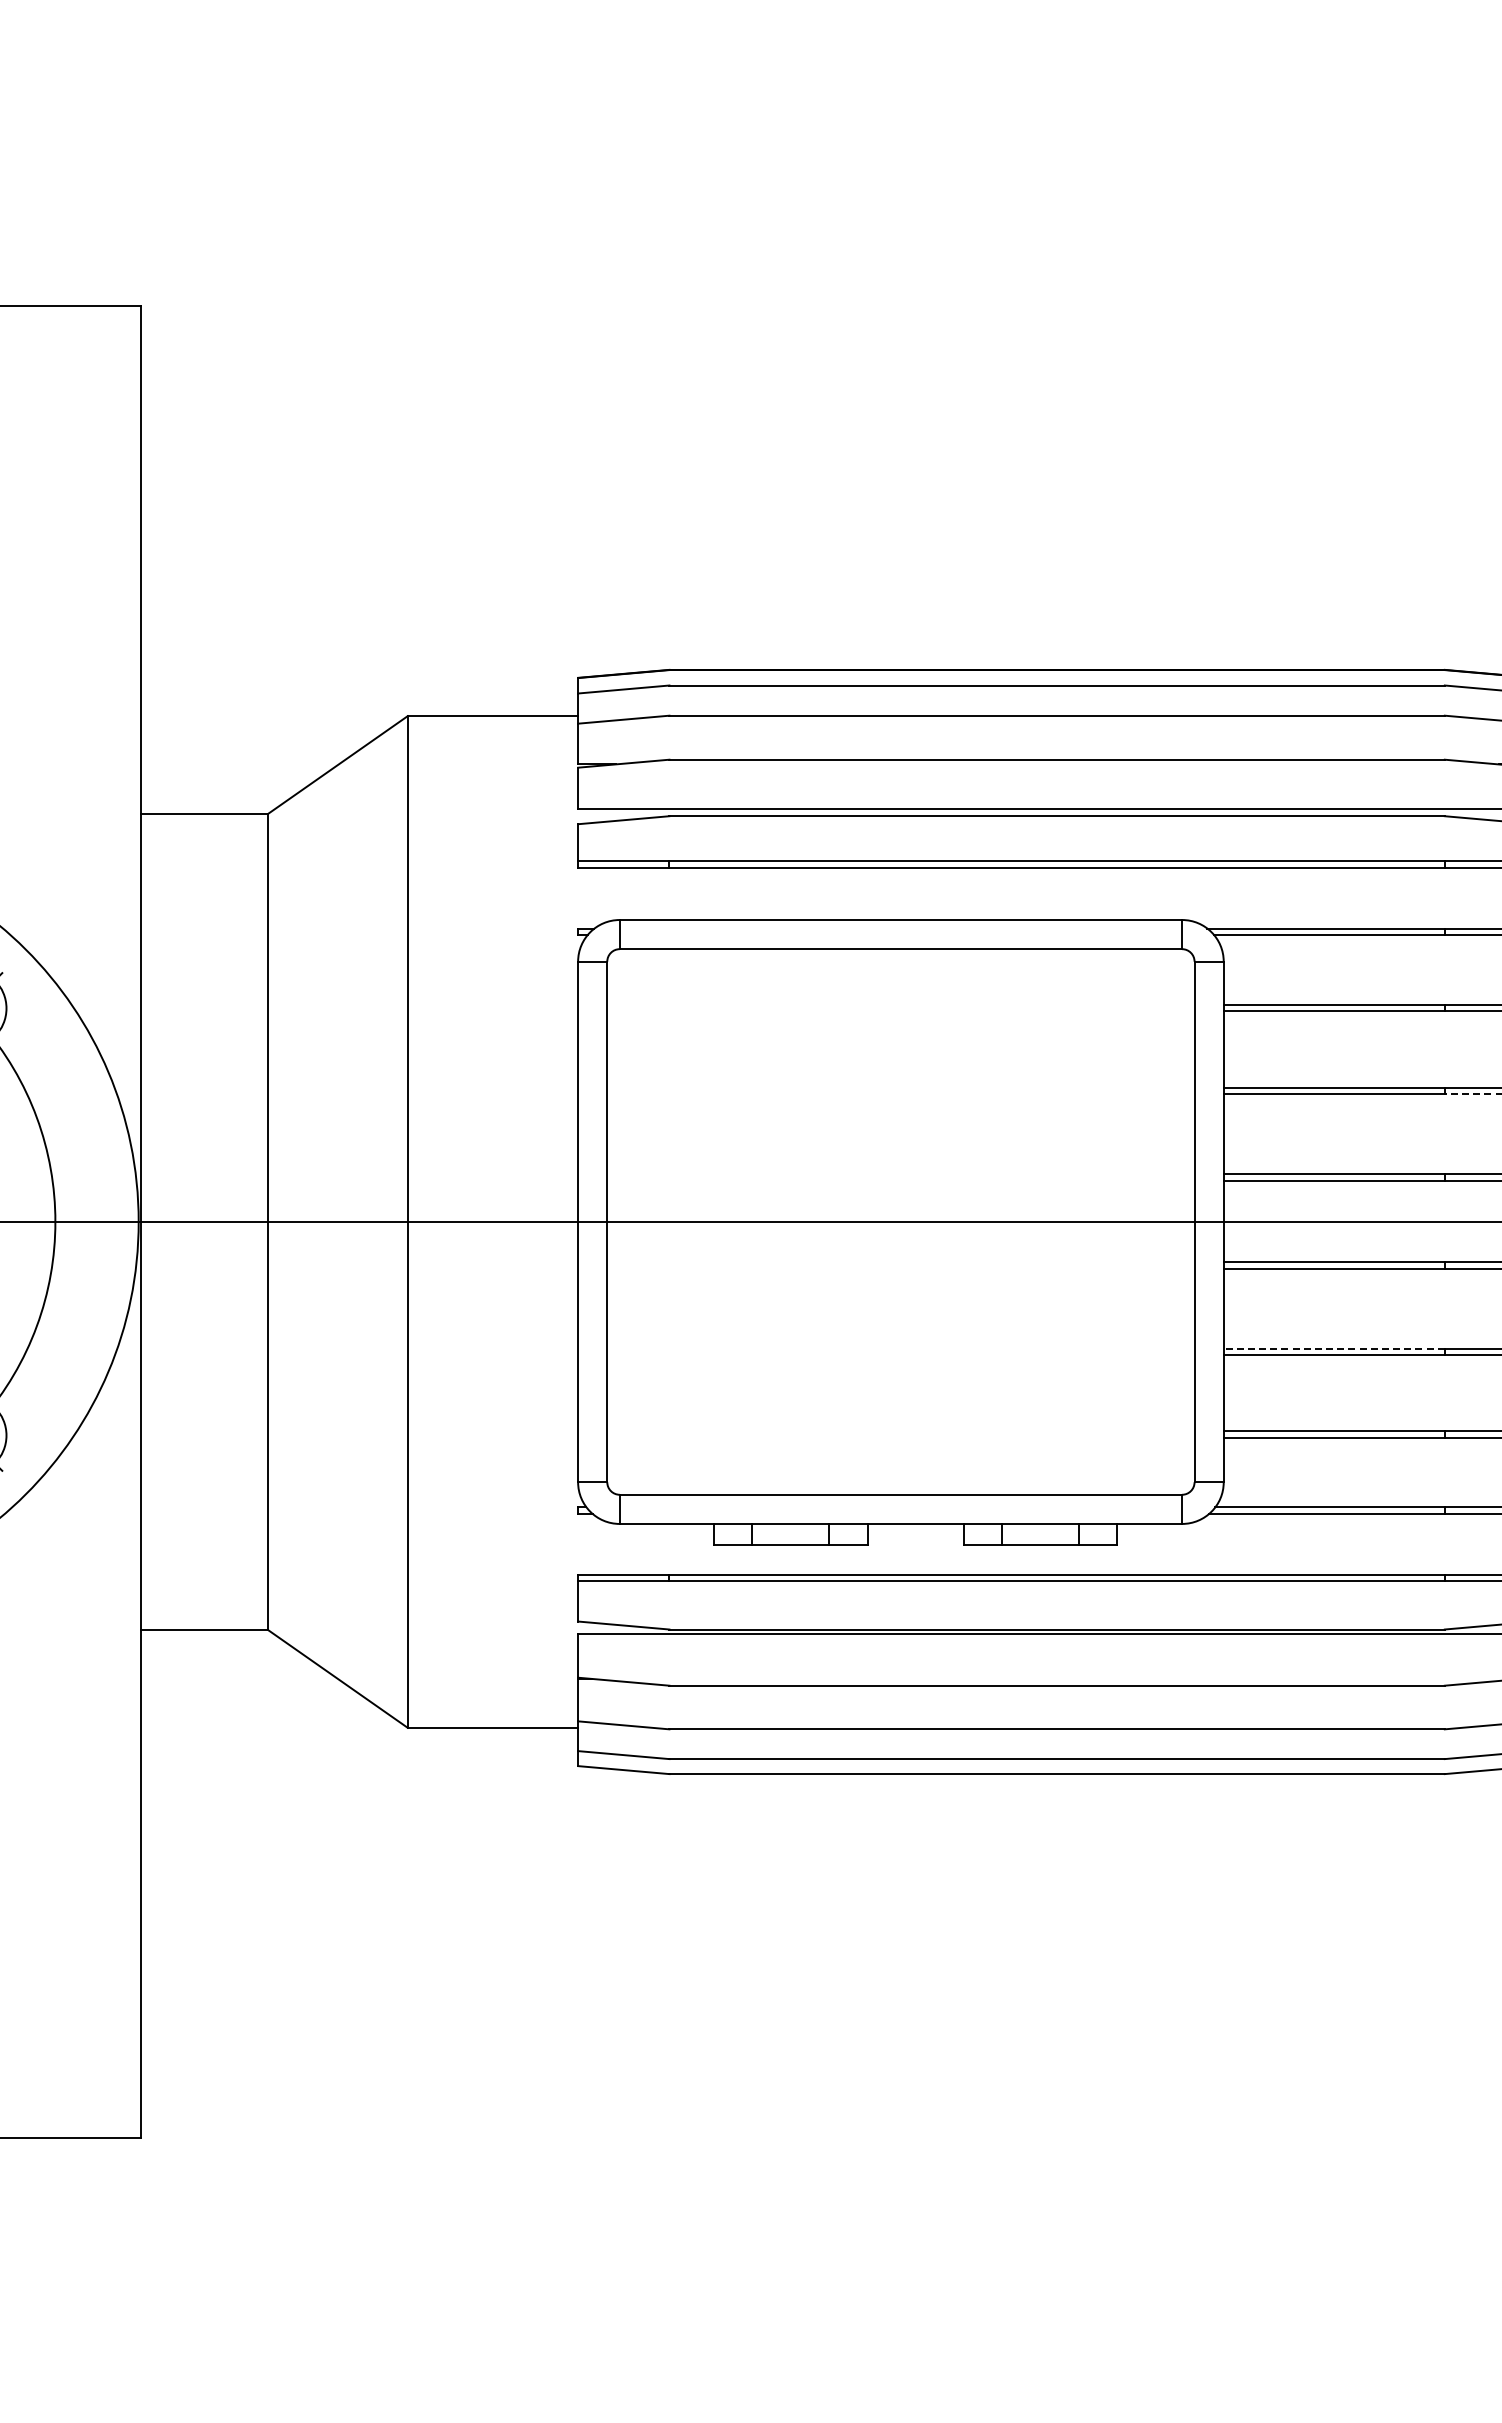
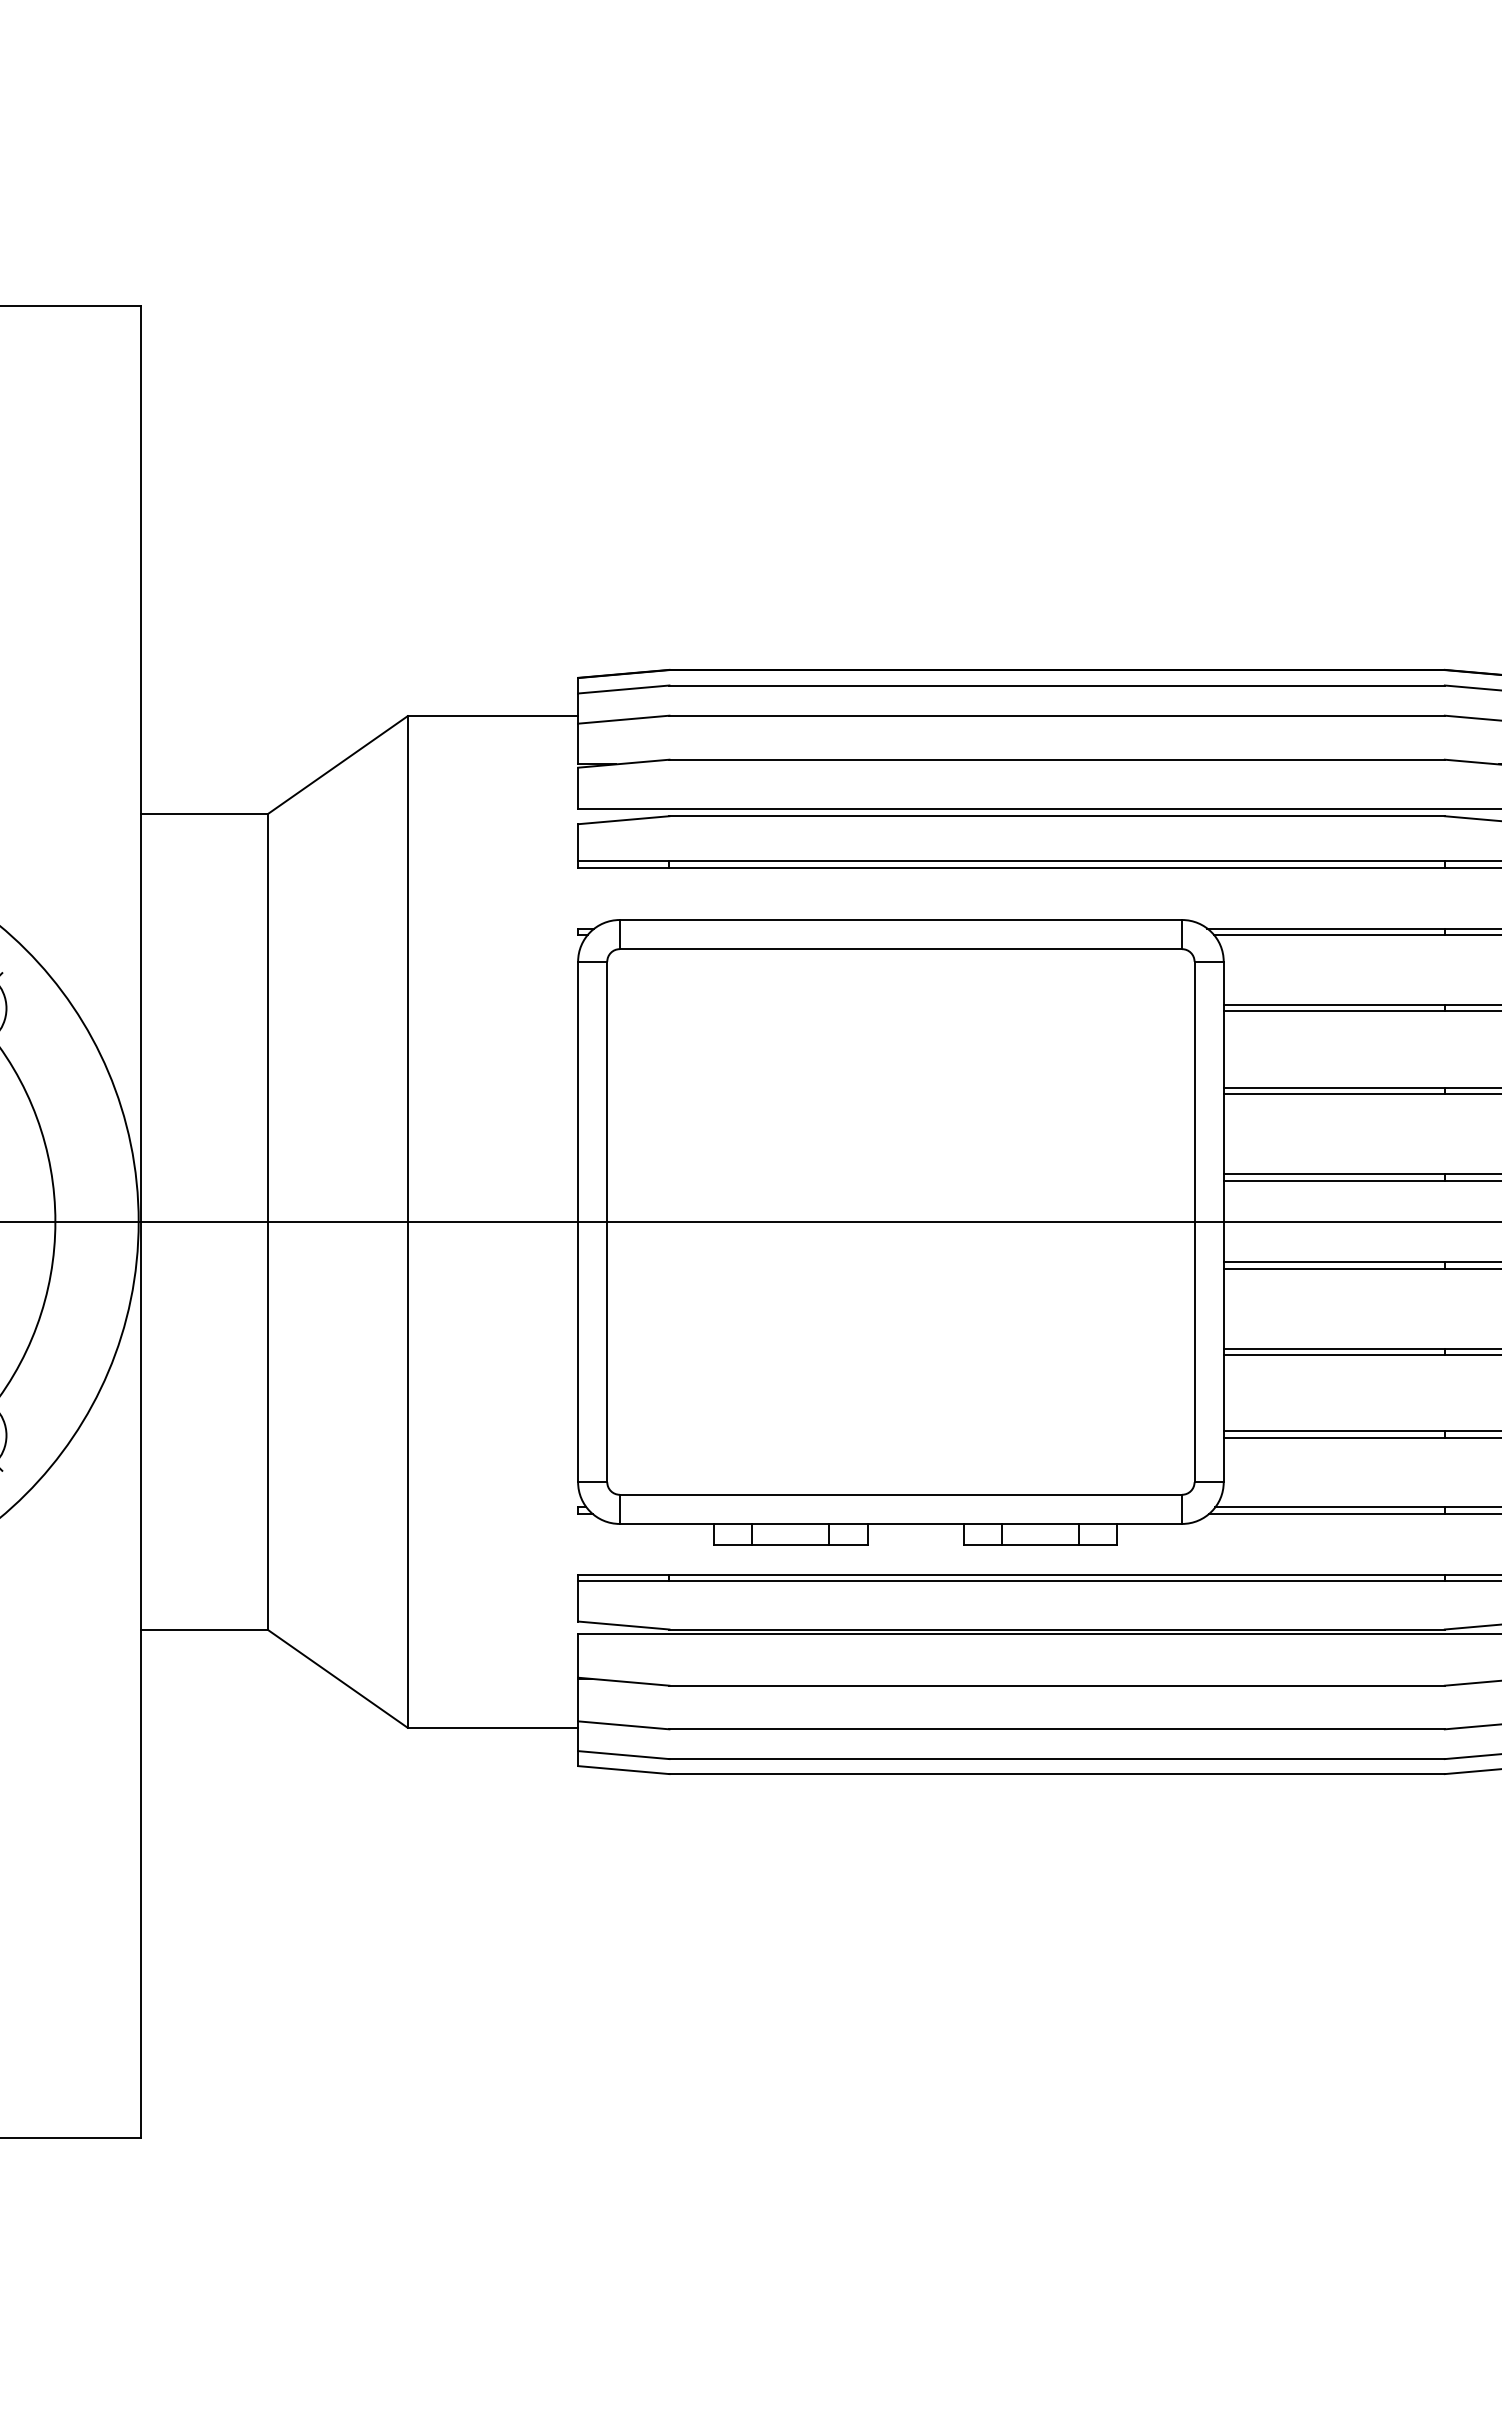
line at (1472, 1094): dashed -> solid
line at (1334, 1348): dashed -> solid
